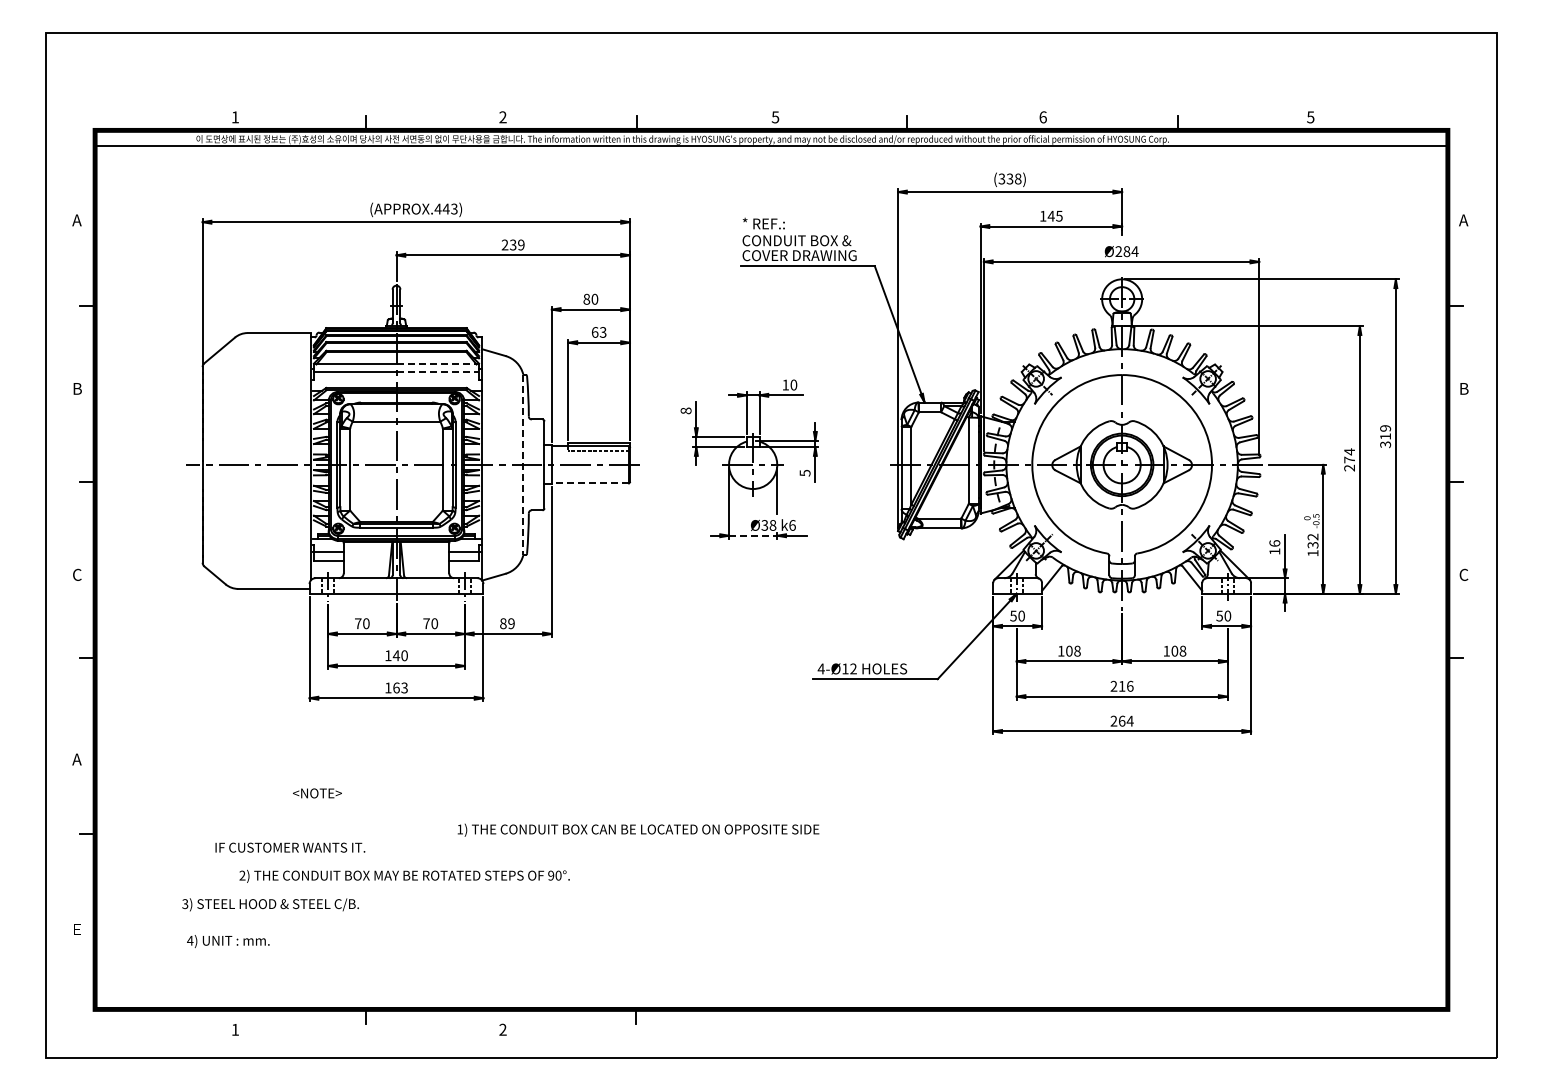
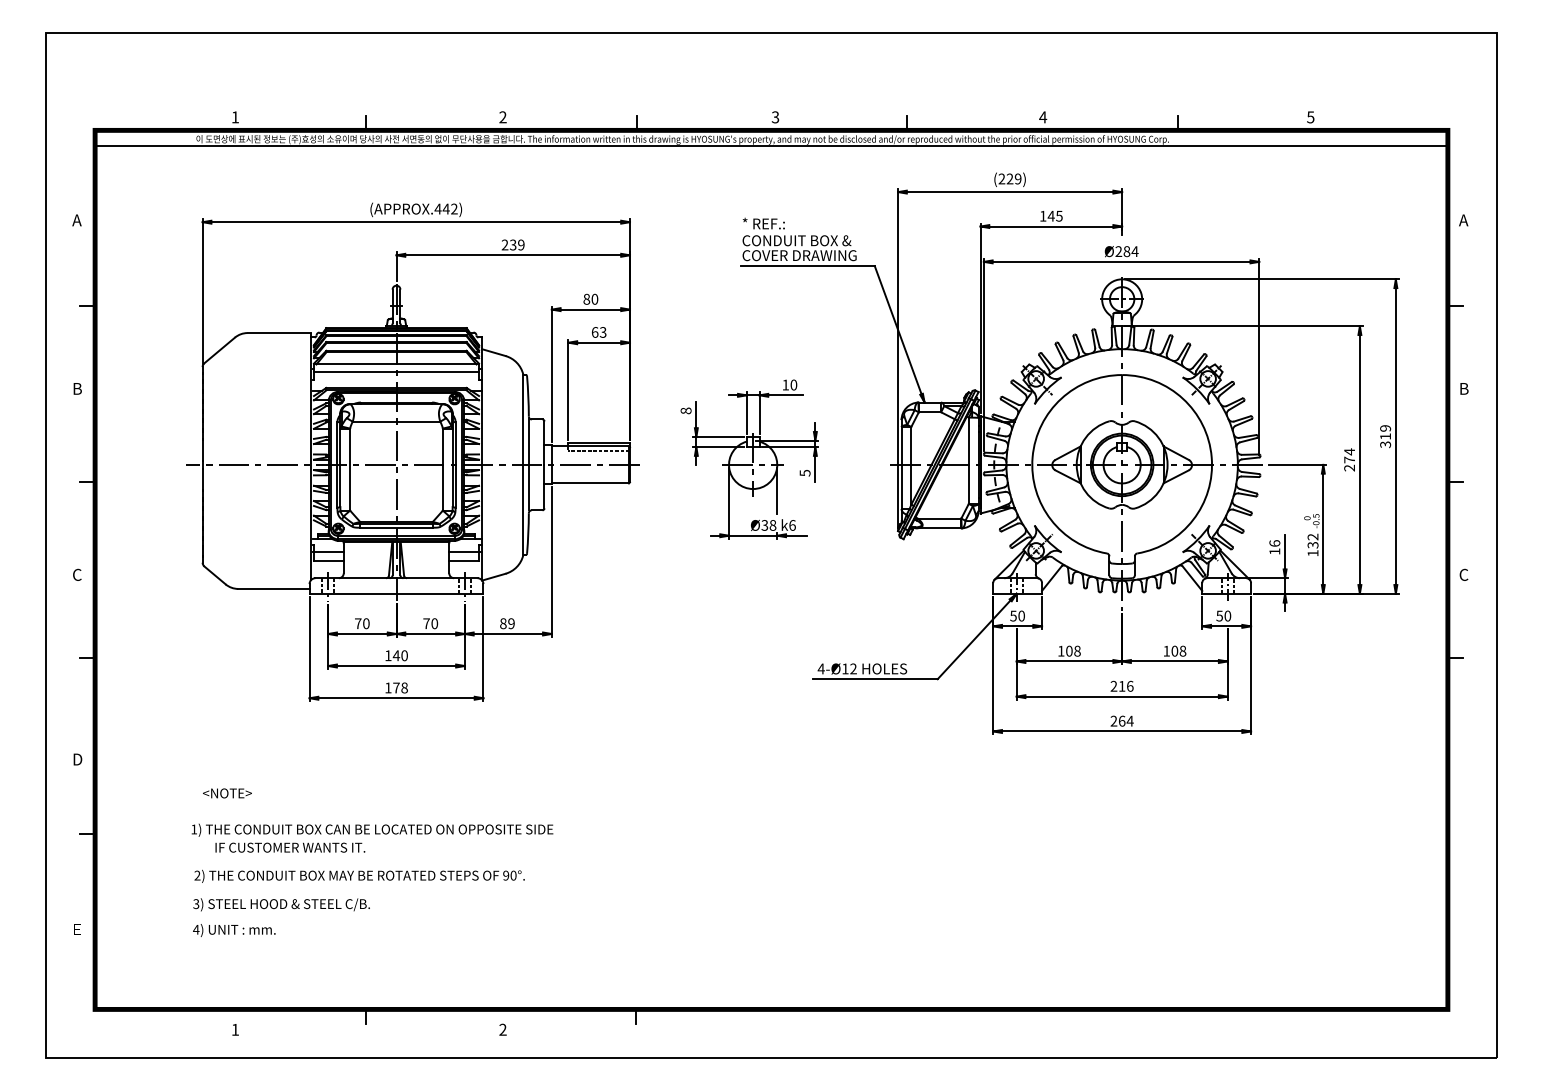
text at (775, 116): 5 -> 3
text at (1043, 117): 6 -> 4
text at (1009, 178): (338) -> (229)
text at (454, 209): (APPROX.443) -> (APPROX.442)
line at (438, 364): dashed -> solid
line at (438, 372): dashed -> solid
line at (523, 464): dashed -> solid
line at (528, 464): none -> present
line at (590, 483): dashed -> solid
line at (753, 535): dashed -> solid
text at (400, 687): 163 -> 178
text at (77, 759): A -> D
text at (317, 793) position: (317, 793) -> (227, 793)
text at (638, 829) position: (638, 829) -> (372, 829)
text at (404, 875) position: (404, 875) -> (359, 875)
text at (270, 904) position: (270, 904) -> (281, 904)
text at (228, 941) position: (228, 941) -> (234, 930)
